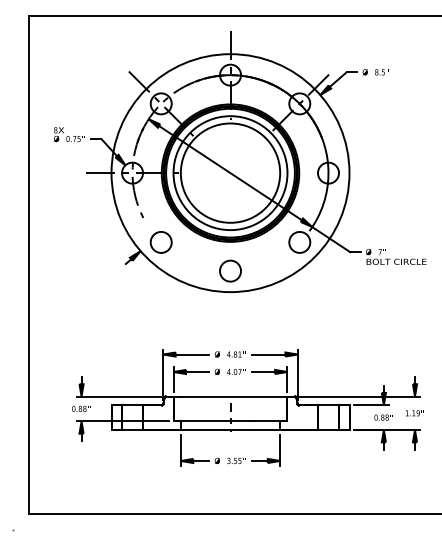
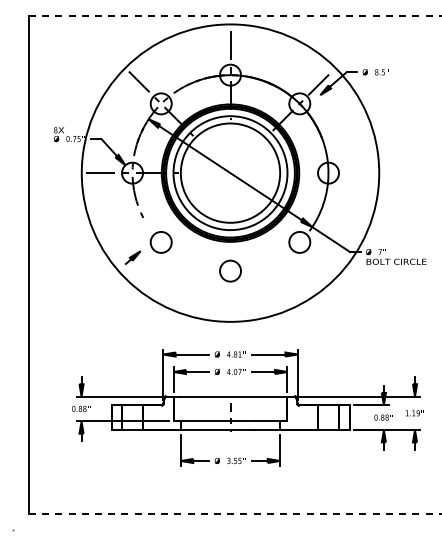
line at (235, 16): solid -> dashed
circle at (230, 173) diameter: 238 px -> 297 px
line at (235, 514): solid -> dashed
